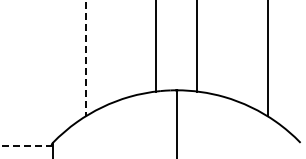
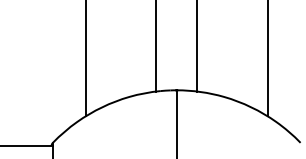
line at (85, 58): dashed -> solid
line at (26, 146): dashed -> solid
